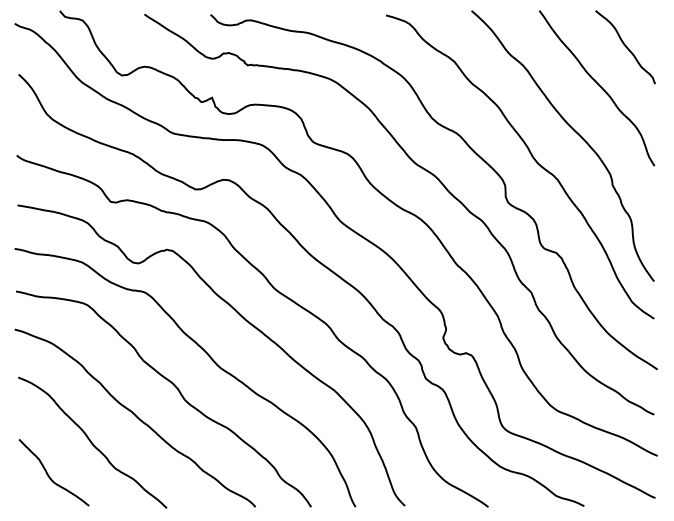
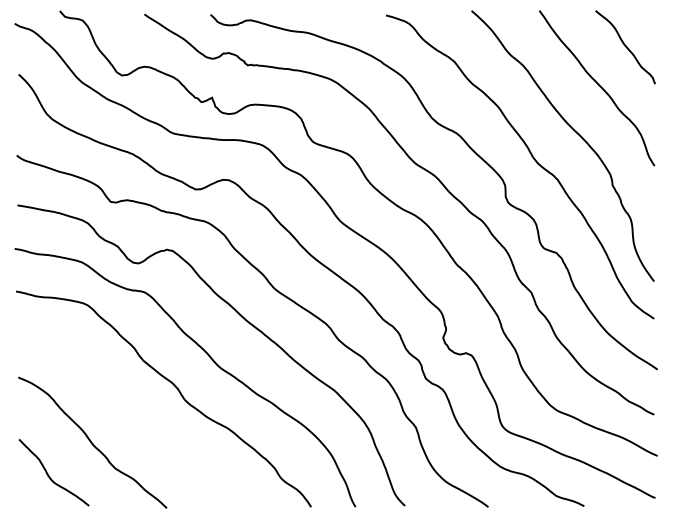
curve at (135, 416): present -> none
